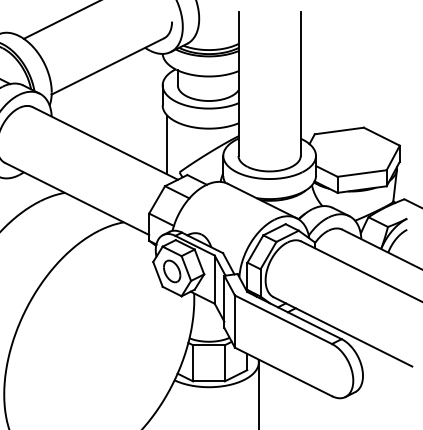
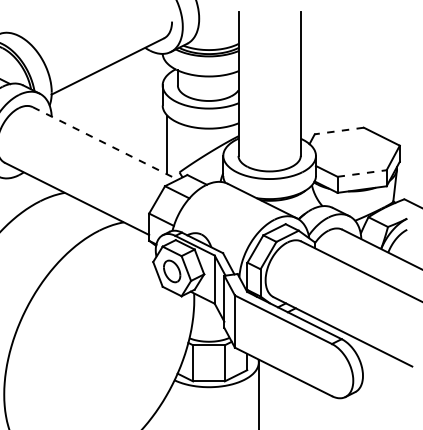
line at (60, 20): present -> none
line at (339, 131): solid -> dashed
line at (105, 143): solid -> dashed
line at (362, 173): solid -> dashed
